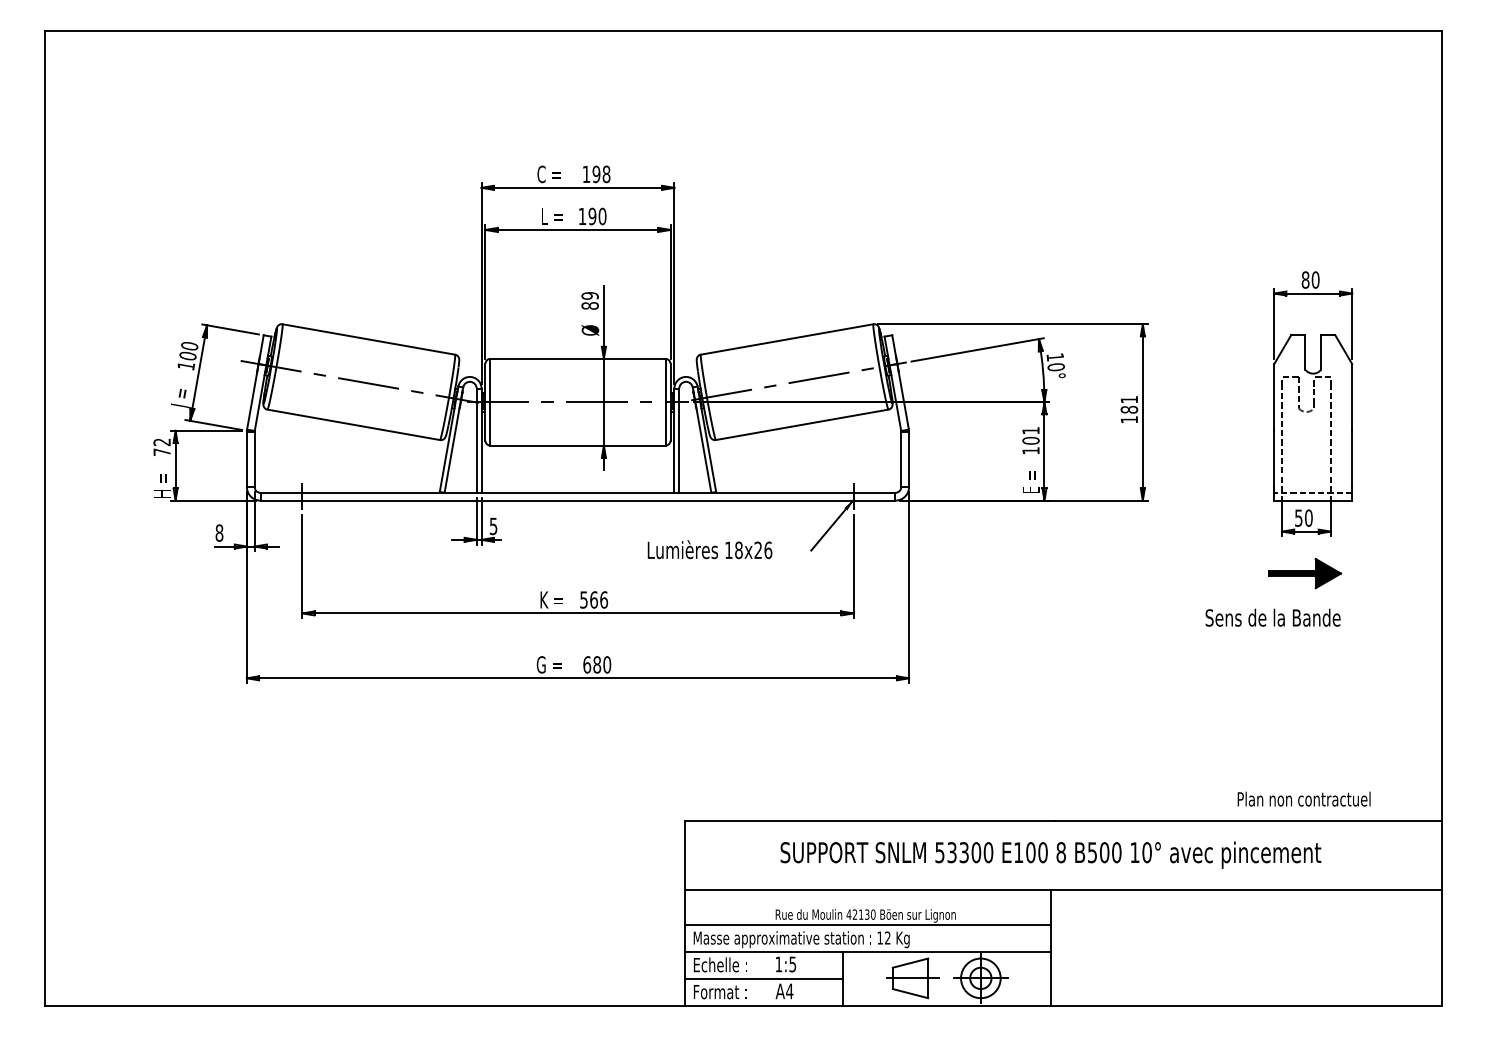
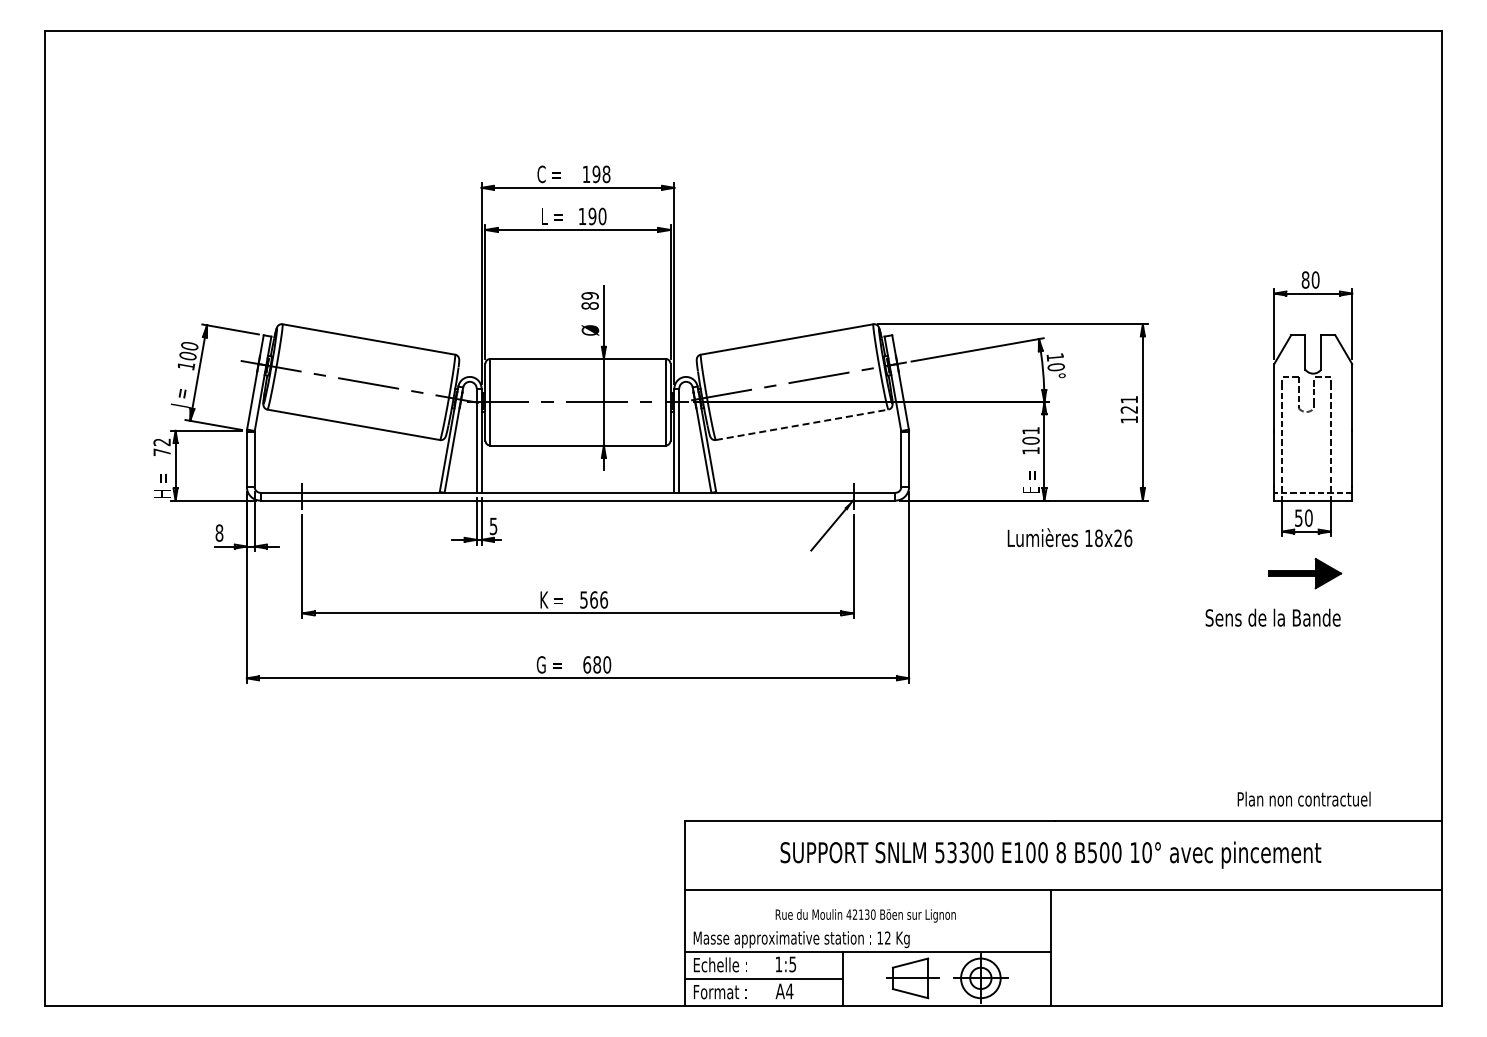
text at (1129, 409): 181 -> 121
line at (802, 424): solid -> dashed
text at (709, 549) position: (709, 549) -> (1069, 537)
line at (867, 925): present -> none
